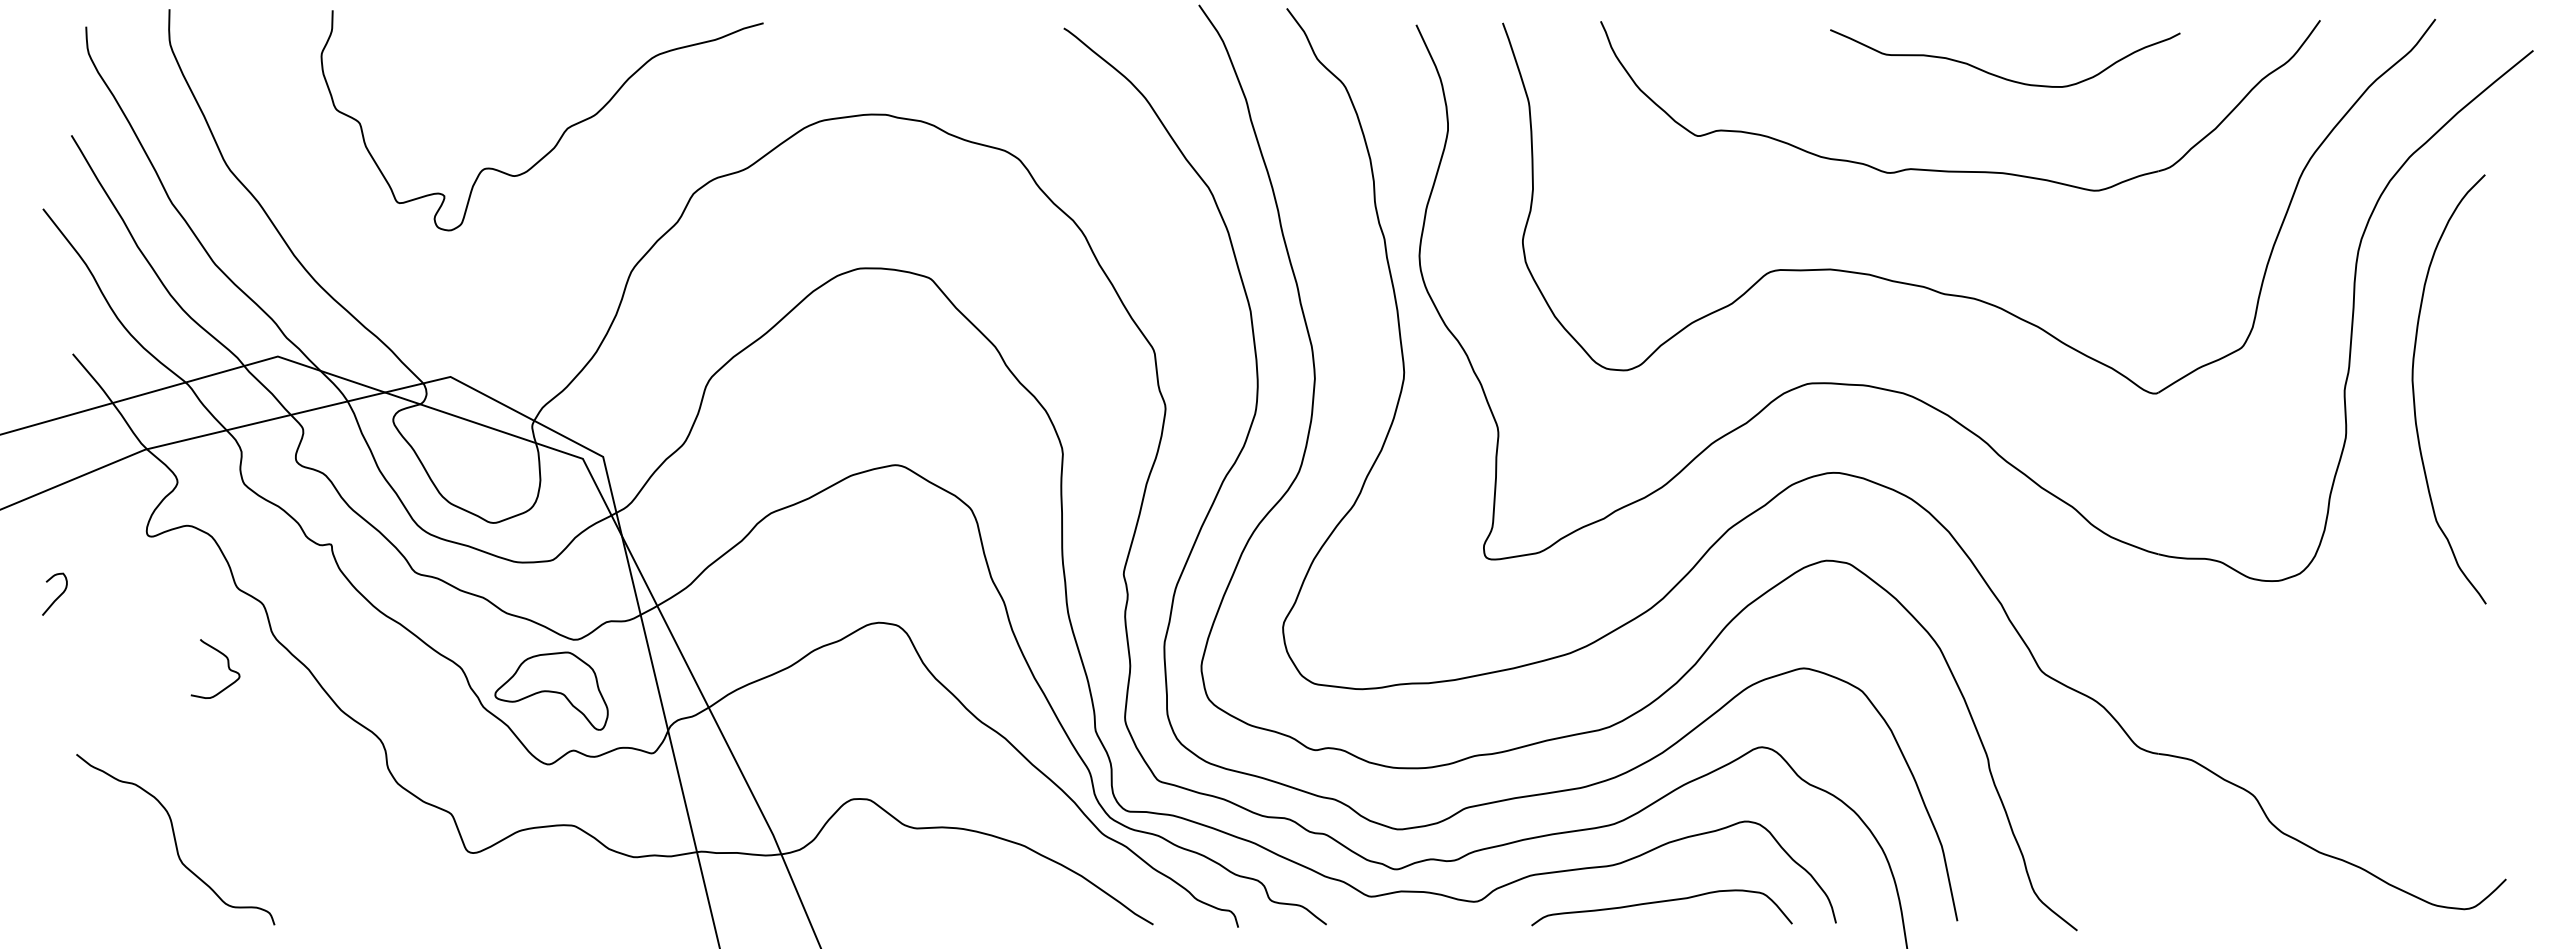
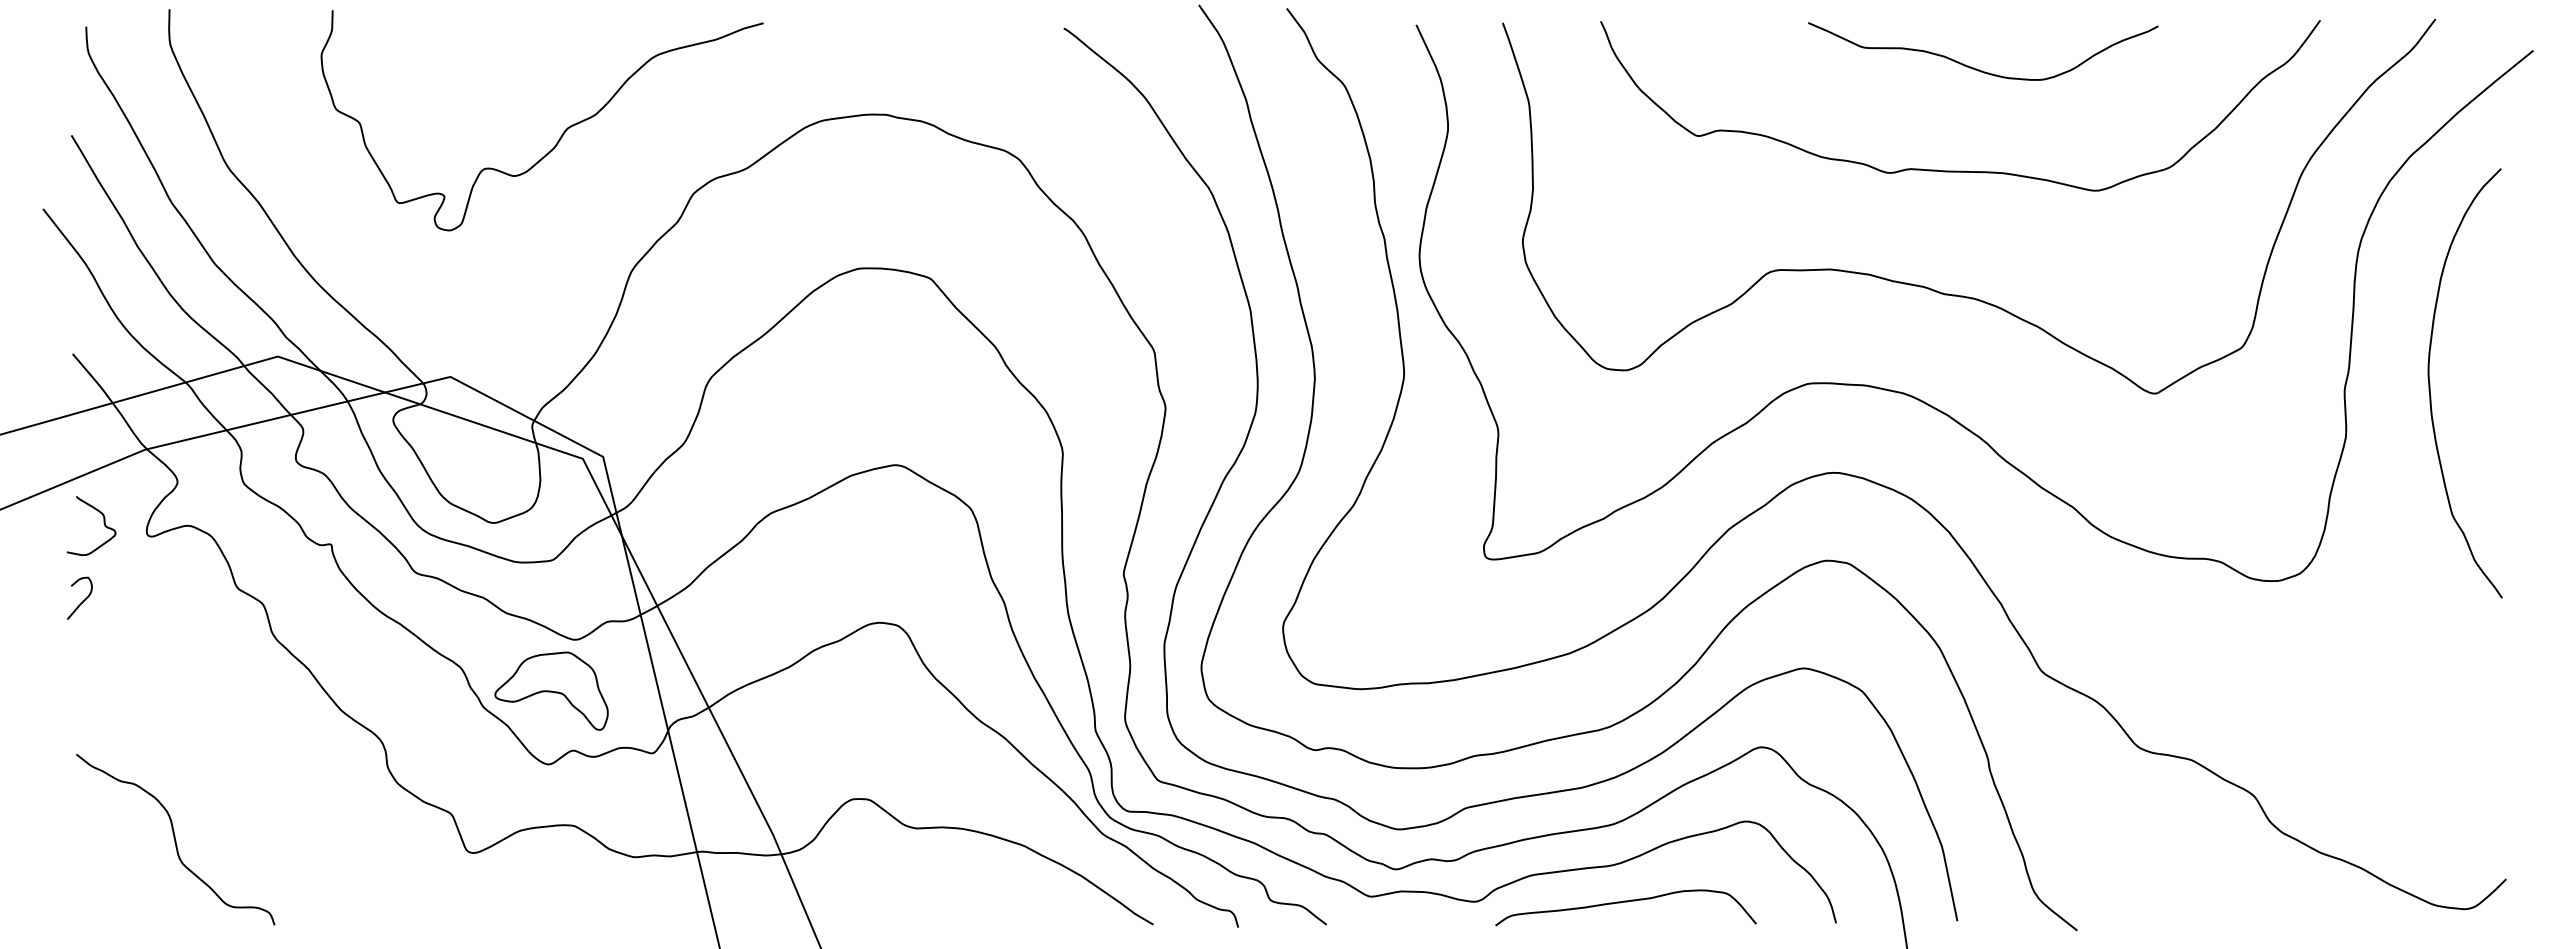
curve at (1998, 75) position: (1998, 75) -> (1976, 68)
curve at (2414, 389) position: (2414, 389) -> (2430, 383)
curve at (58, 596) position: (58, 596) -> (83, 600)
curve at (227, 666) position: (227, 666) -> (103, 523)
curve at (1661, 902) position: (1661, 902) -> (1625, 902)
